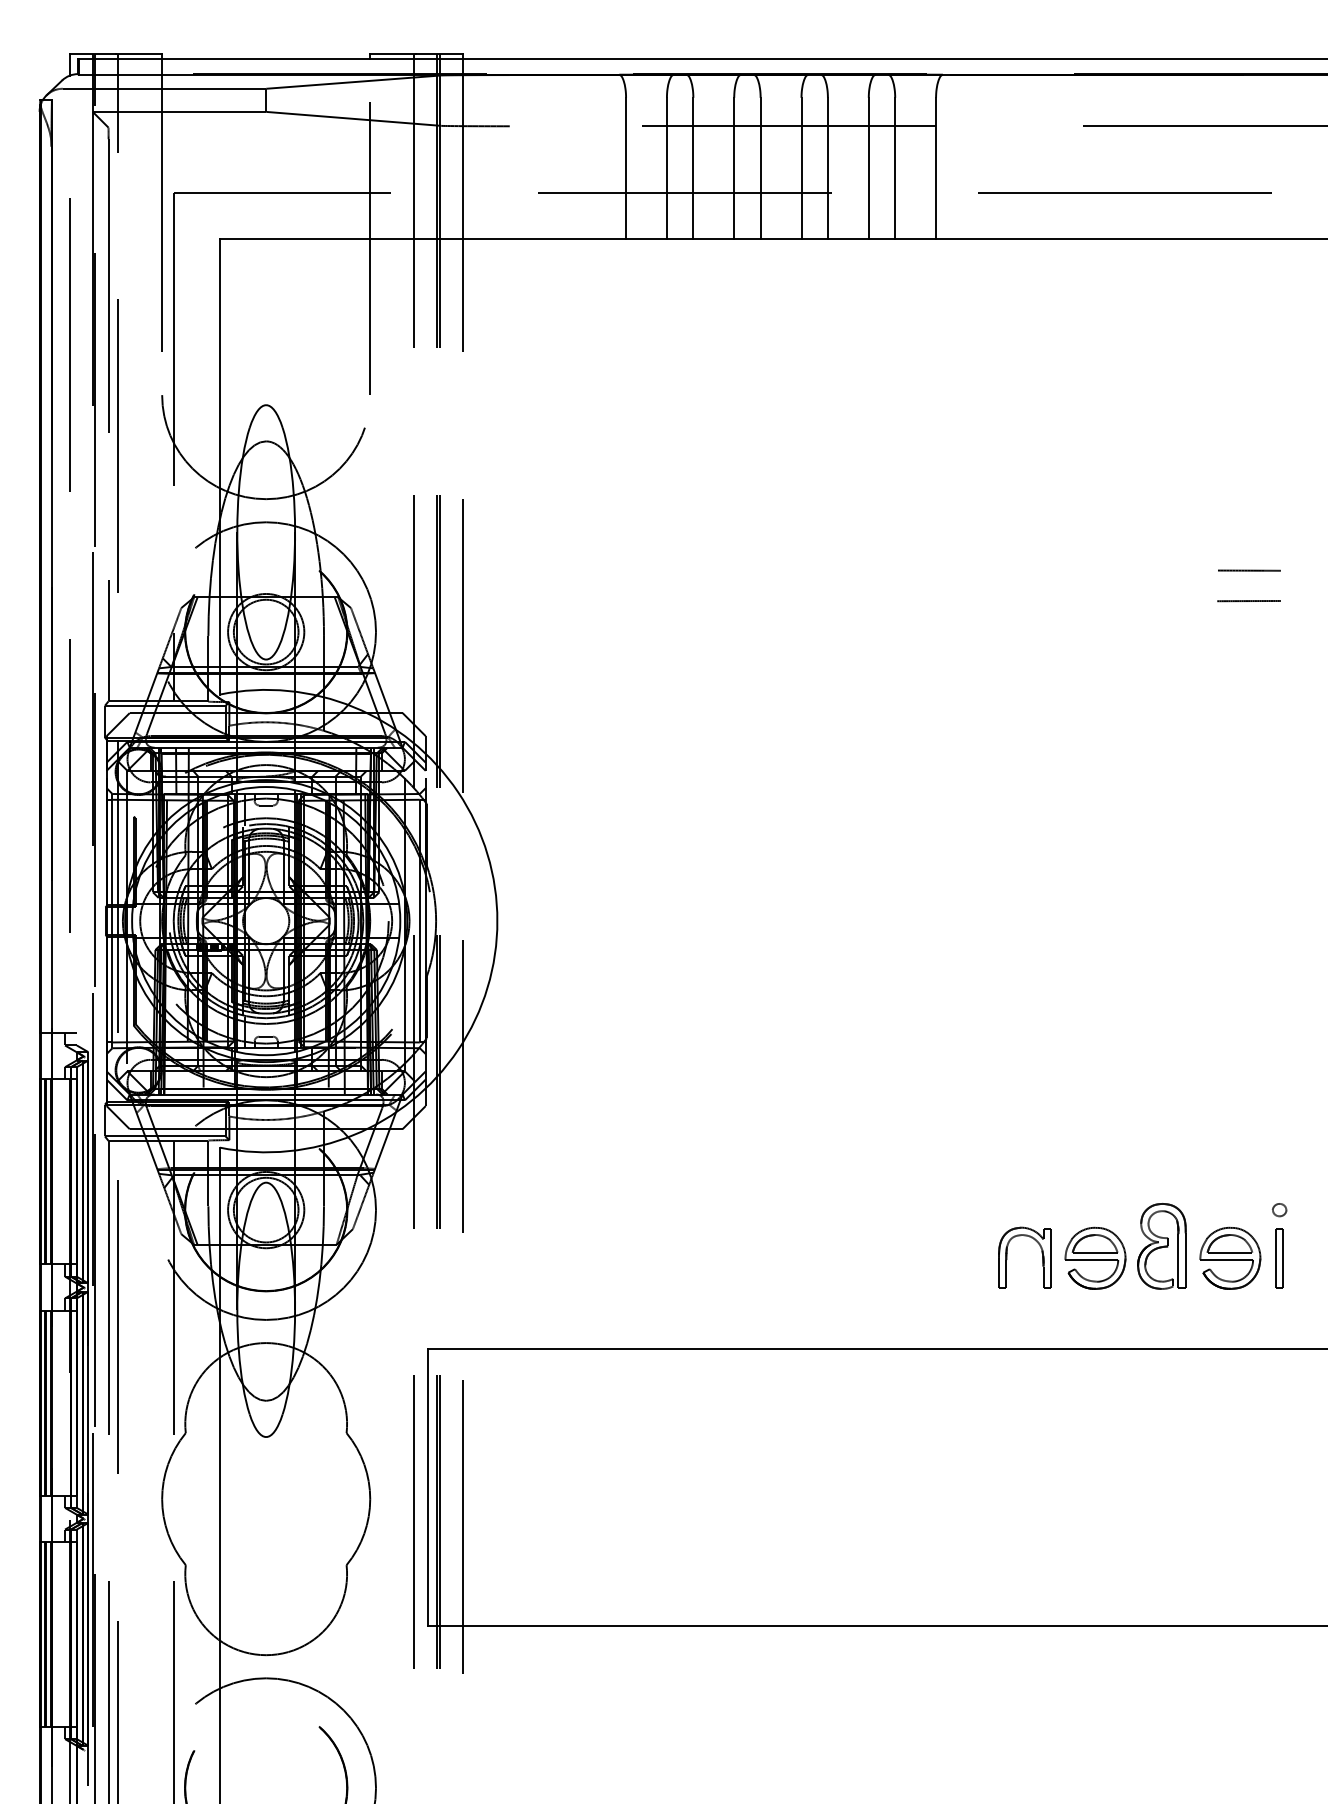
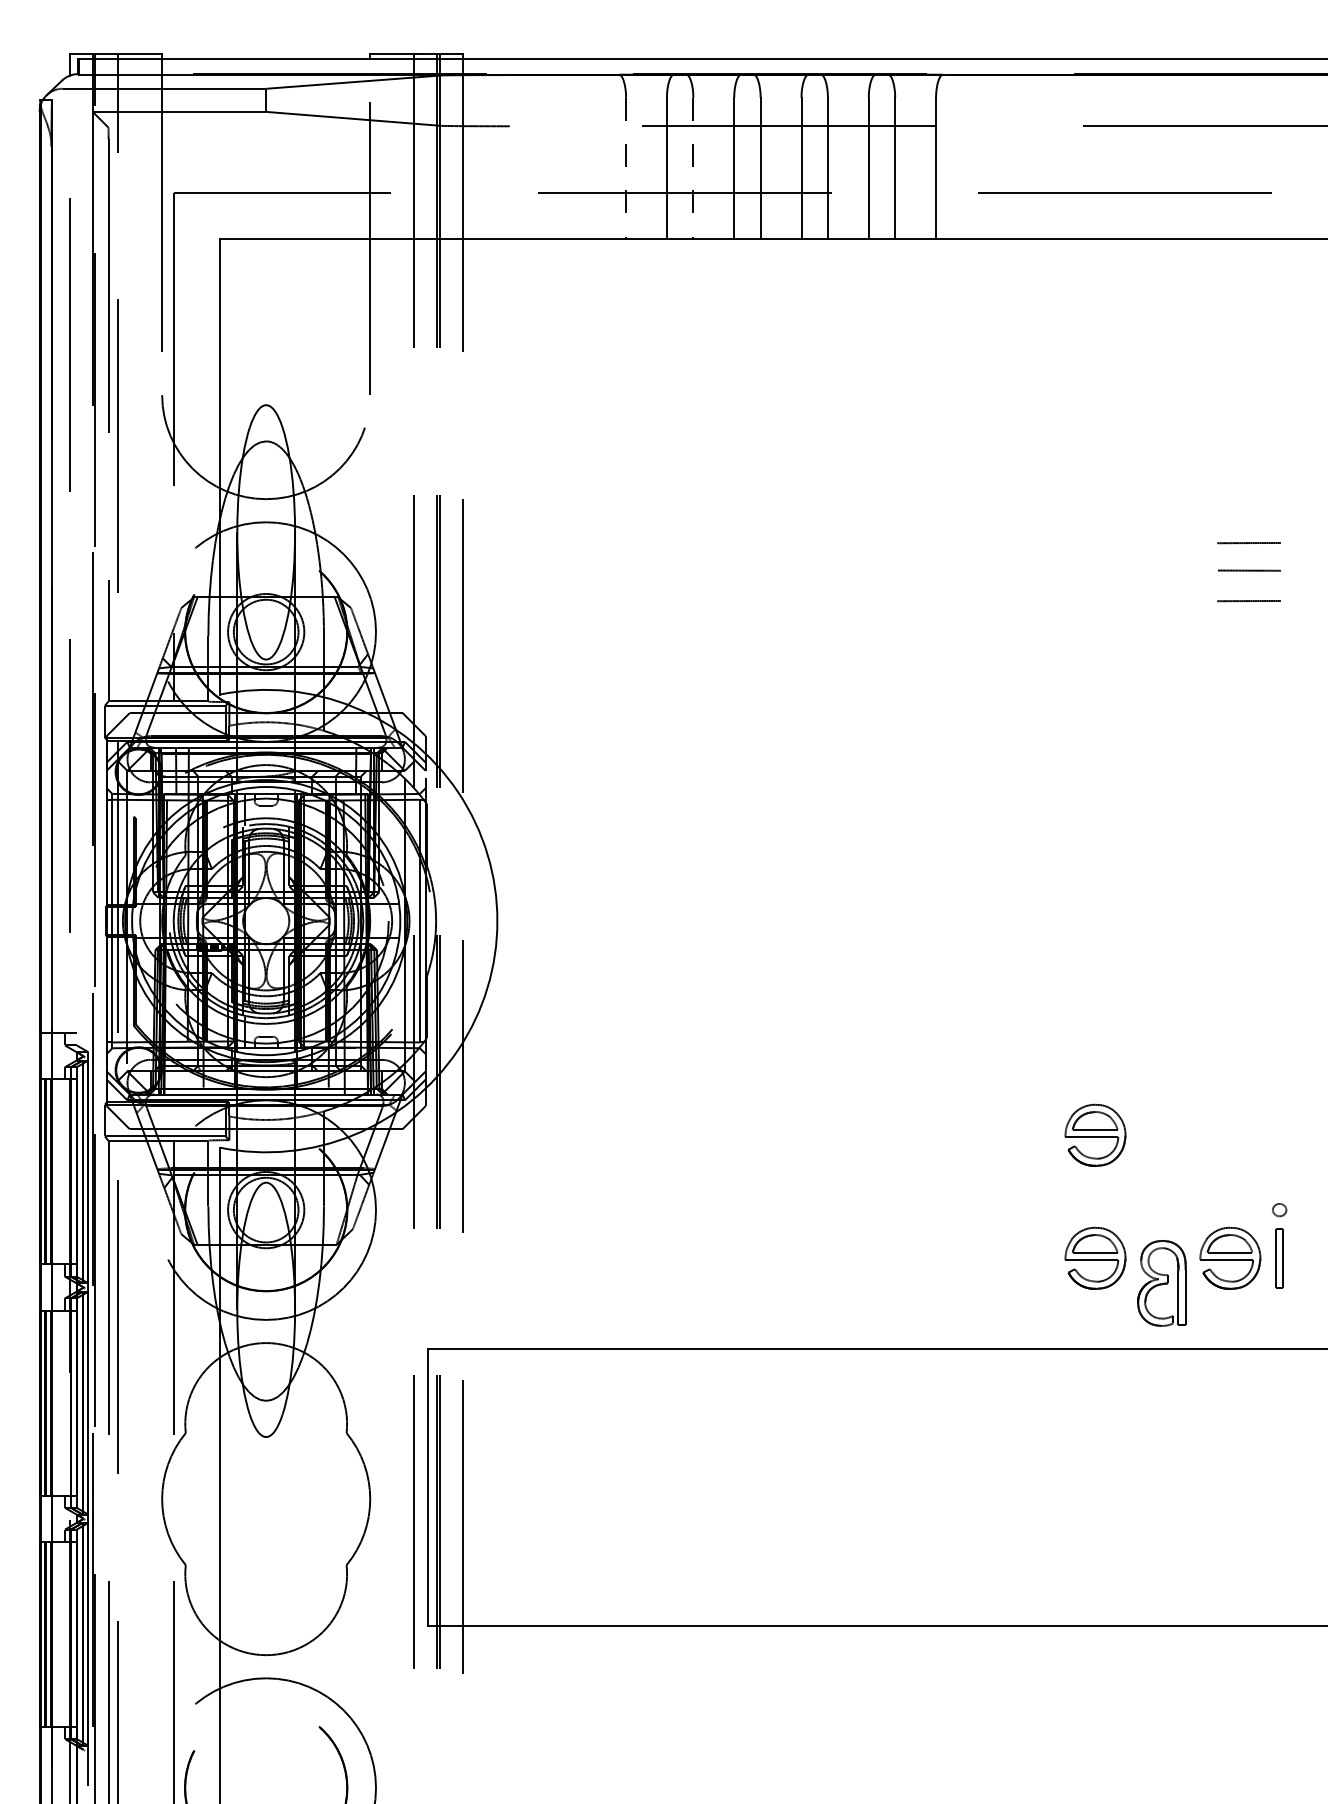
line at (626, 168): solid -> dashed
line at (693, 168): solid -> dashed
line at (1248, 543): none -> present
part at (1095, 1134): none -> present
part at (1161, 1246) position: (1161, 1246) -> (1161, 1283)
part at (1007, 1257): present -> none
